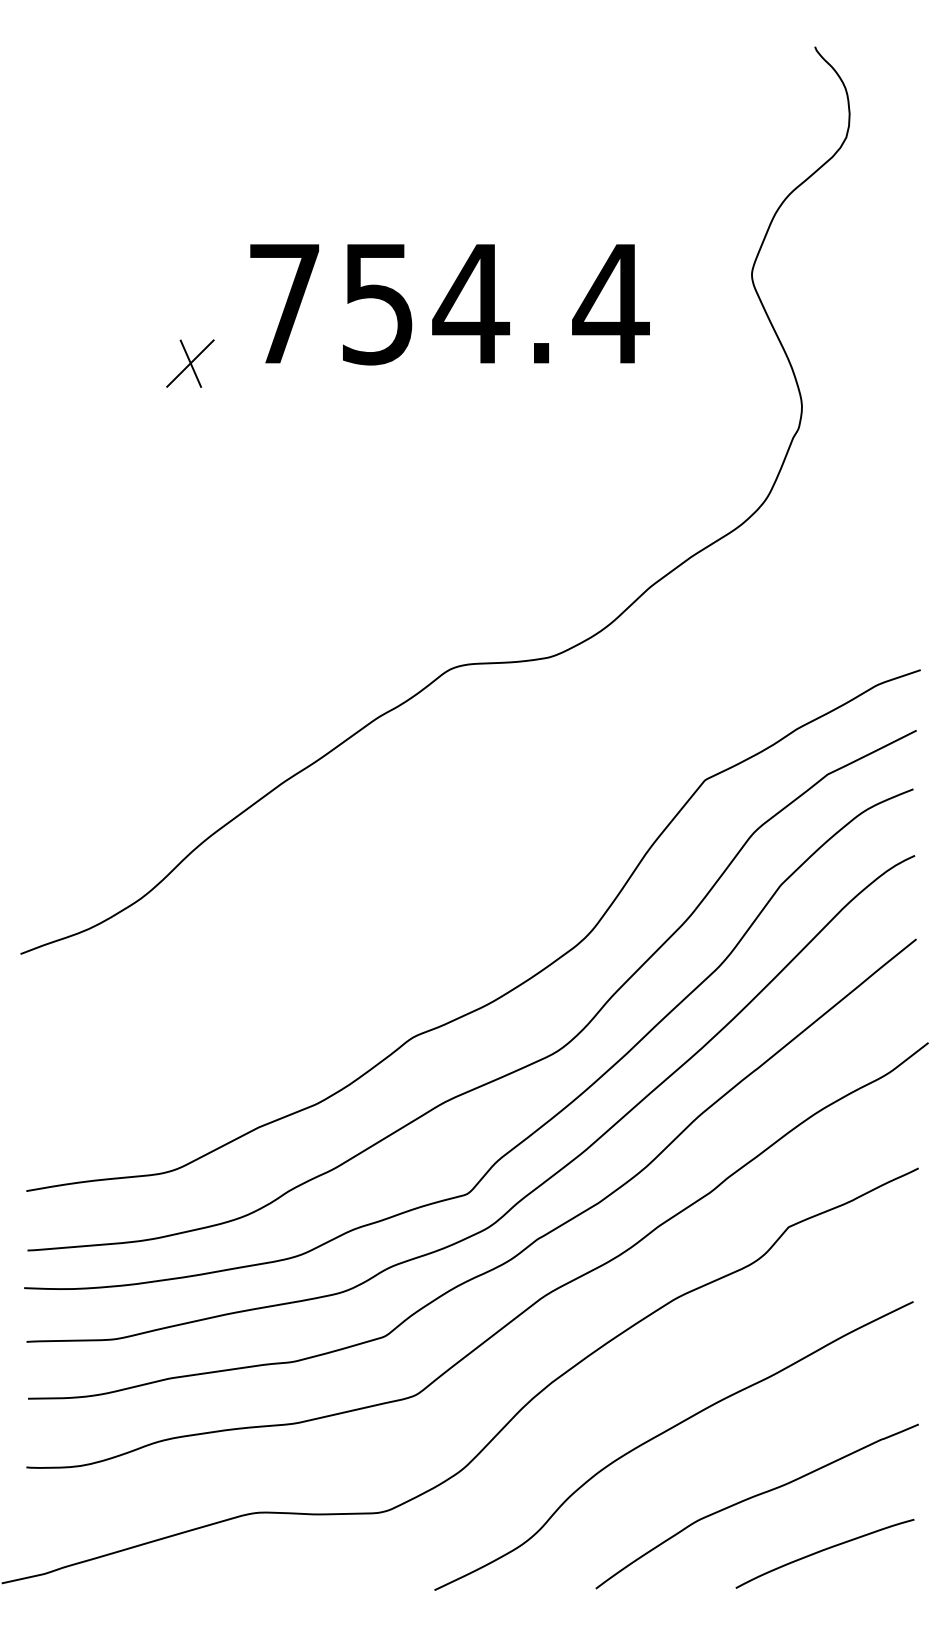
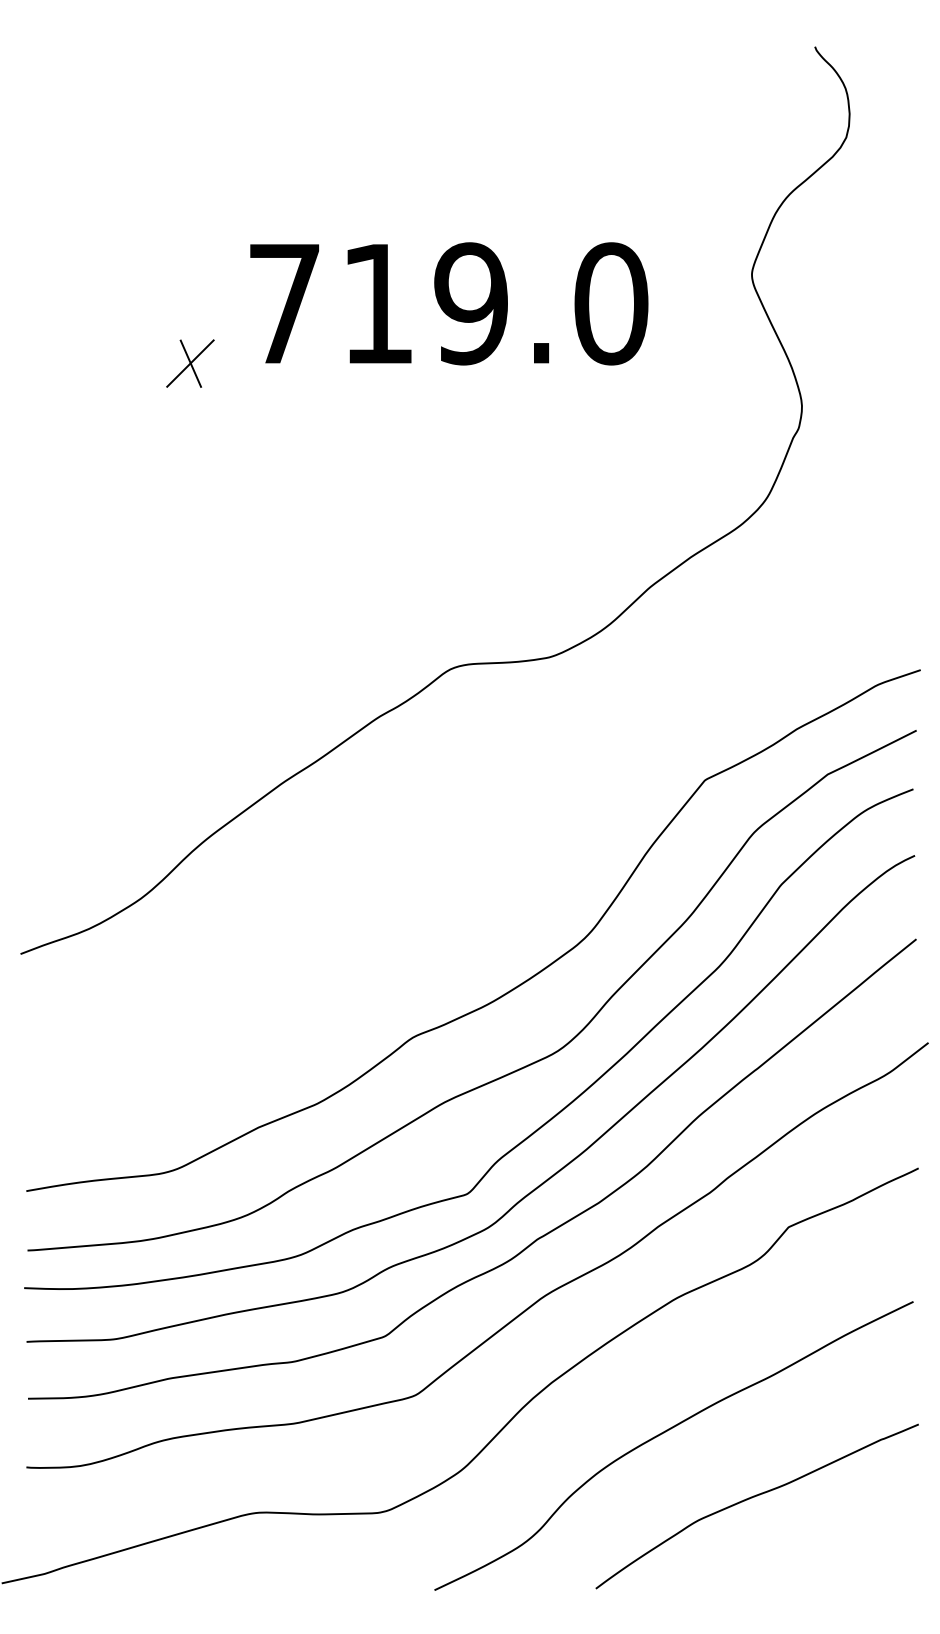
text at (496, 303): 754.4 -> 719.0
curve at (823, 1551): present -> none
